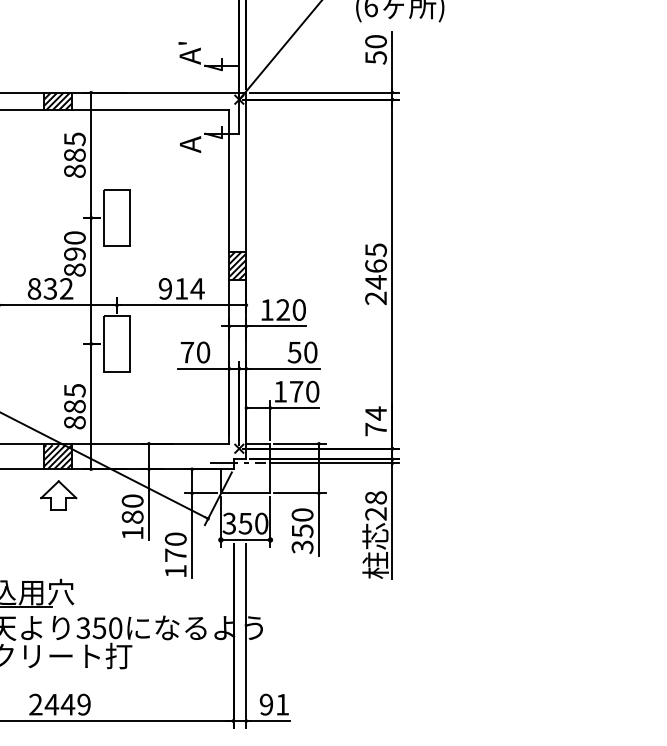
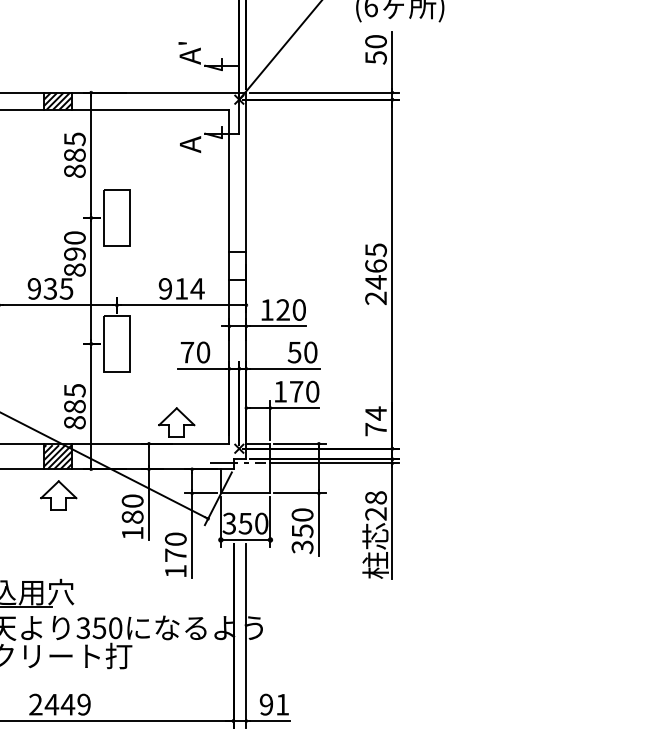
hatch at (237, 265): present -> none
text at (50, 288): 832 -> 935
part at (176, 422): none -> present
